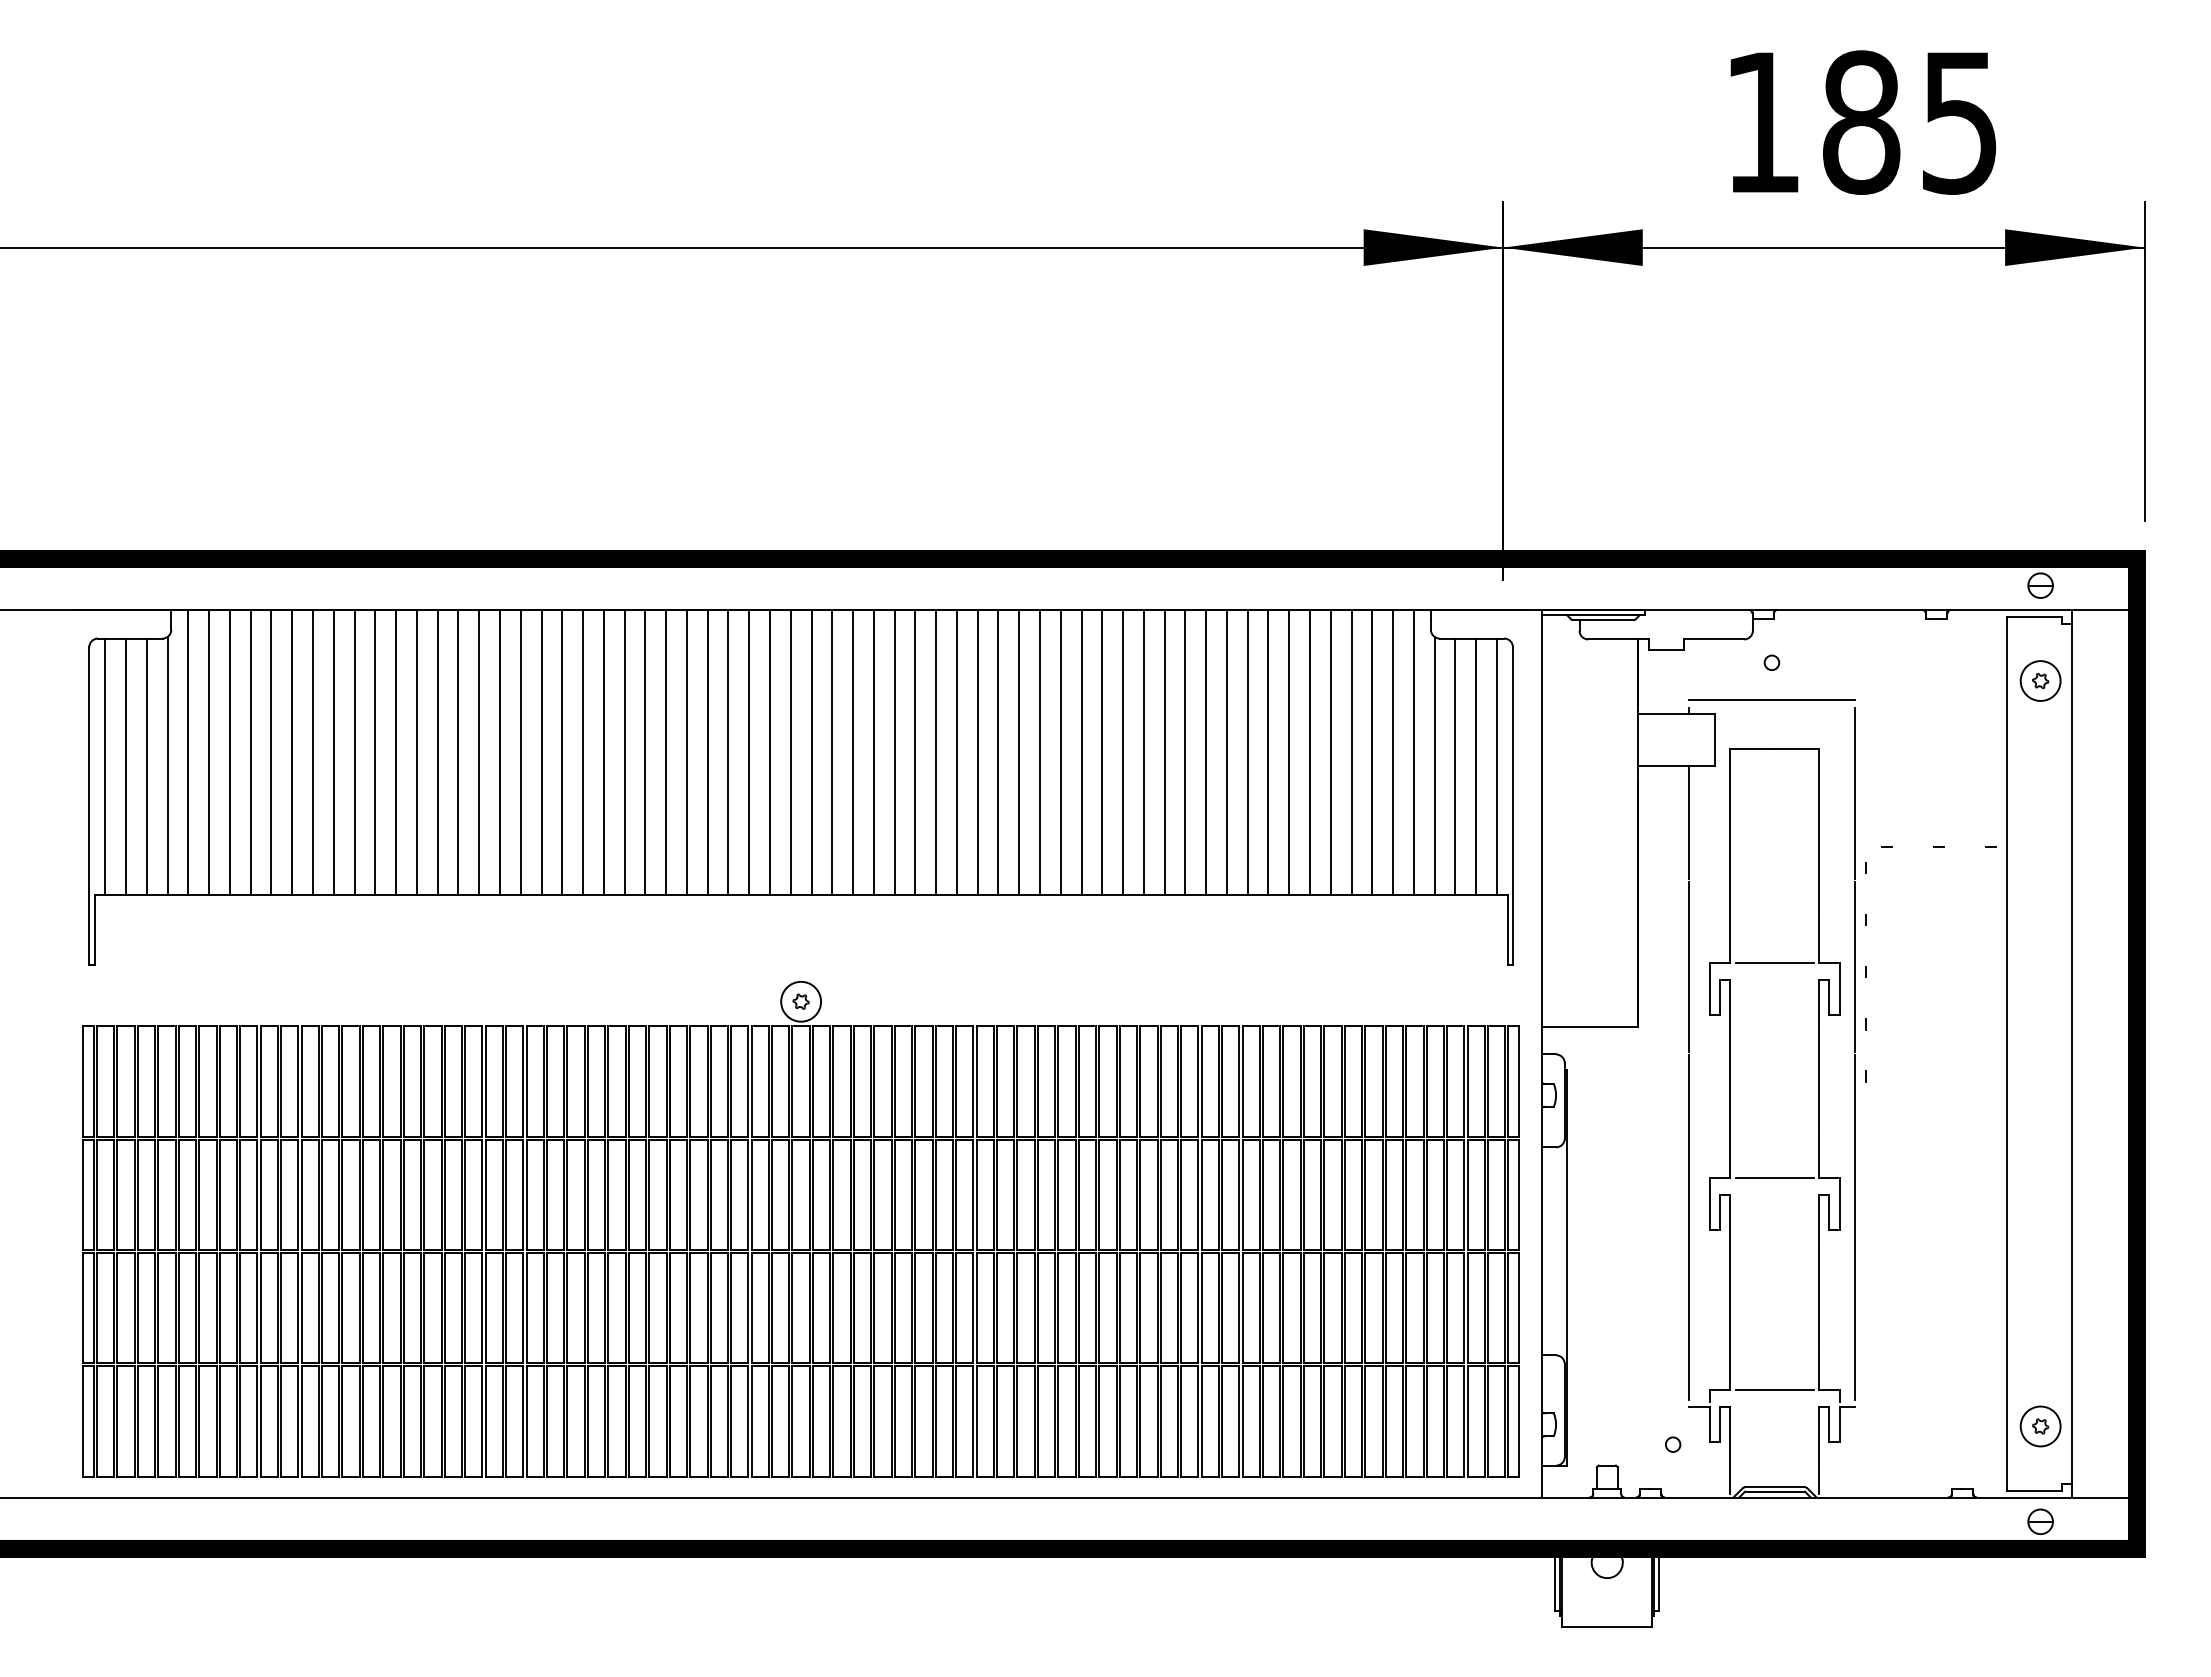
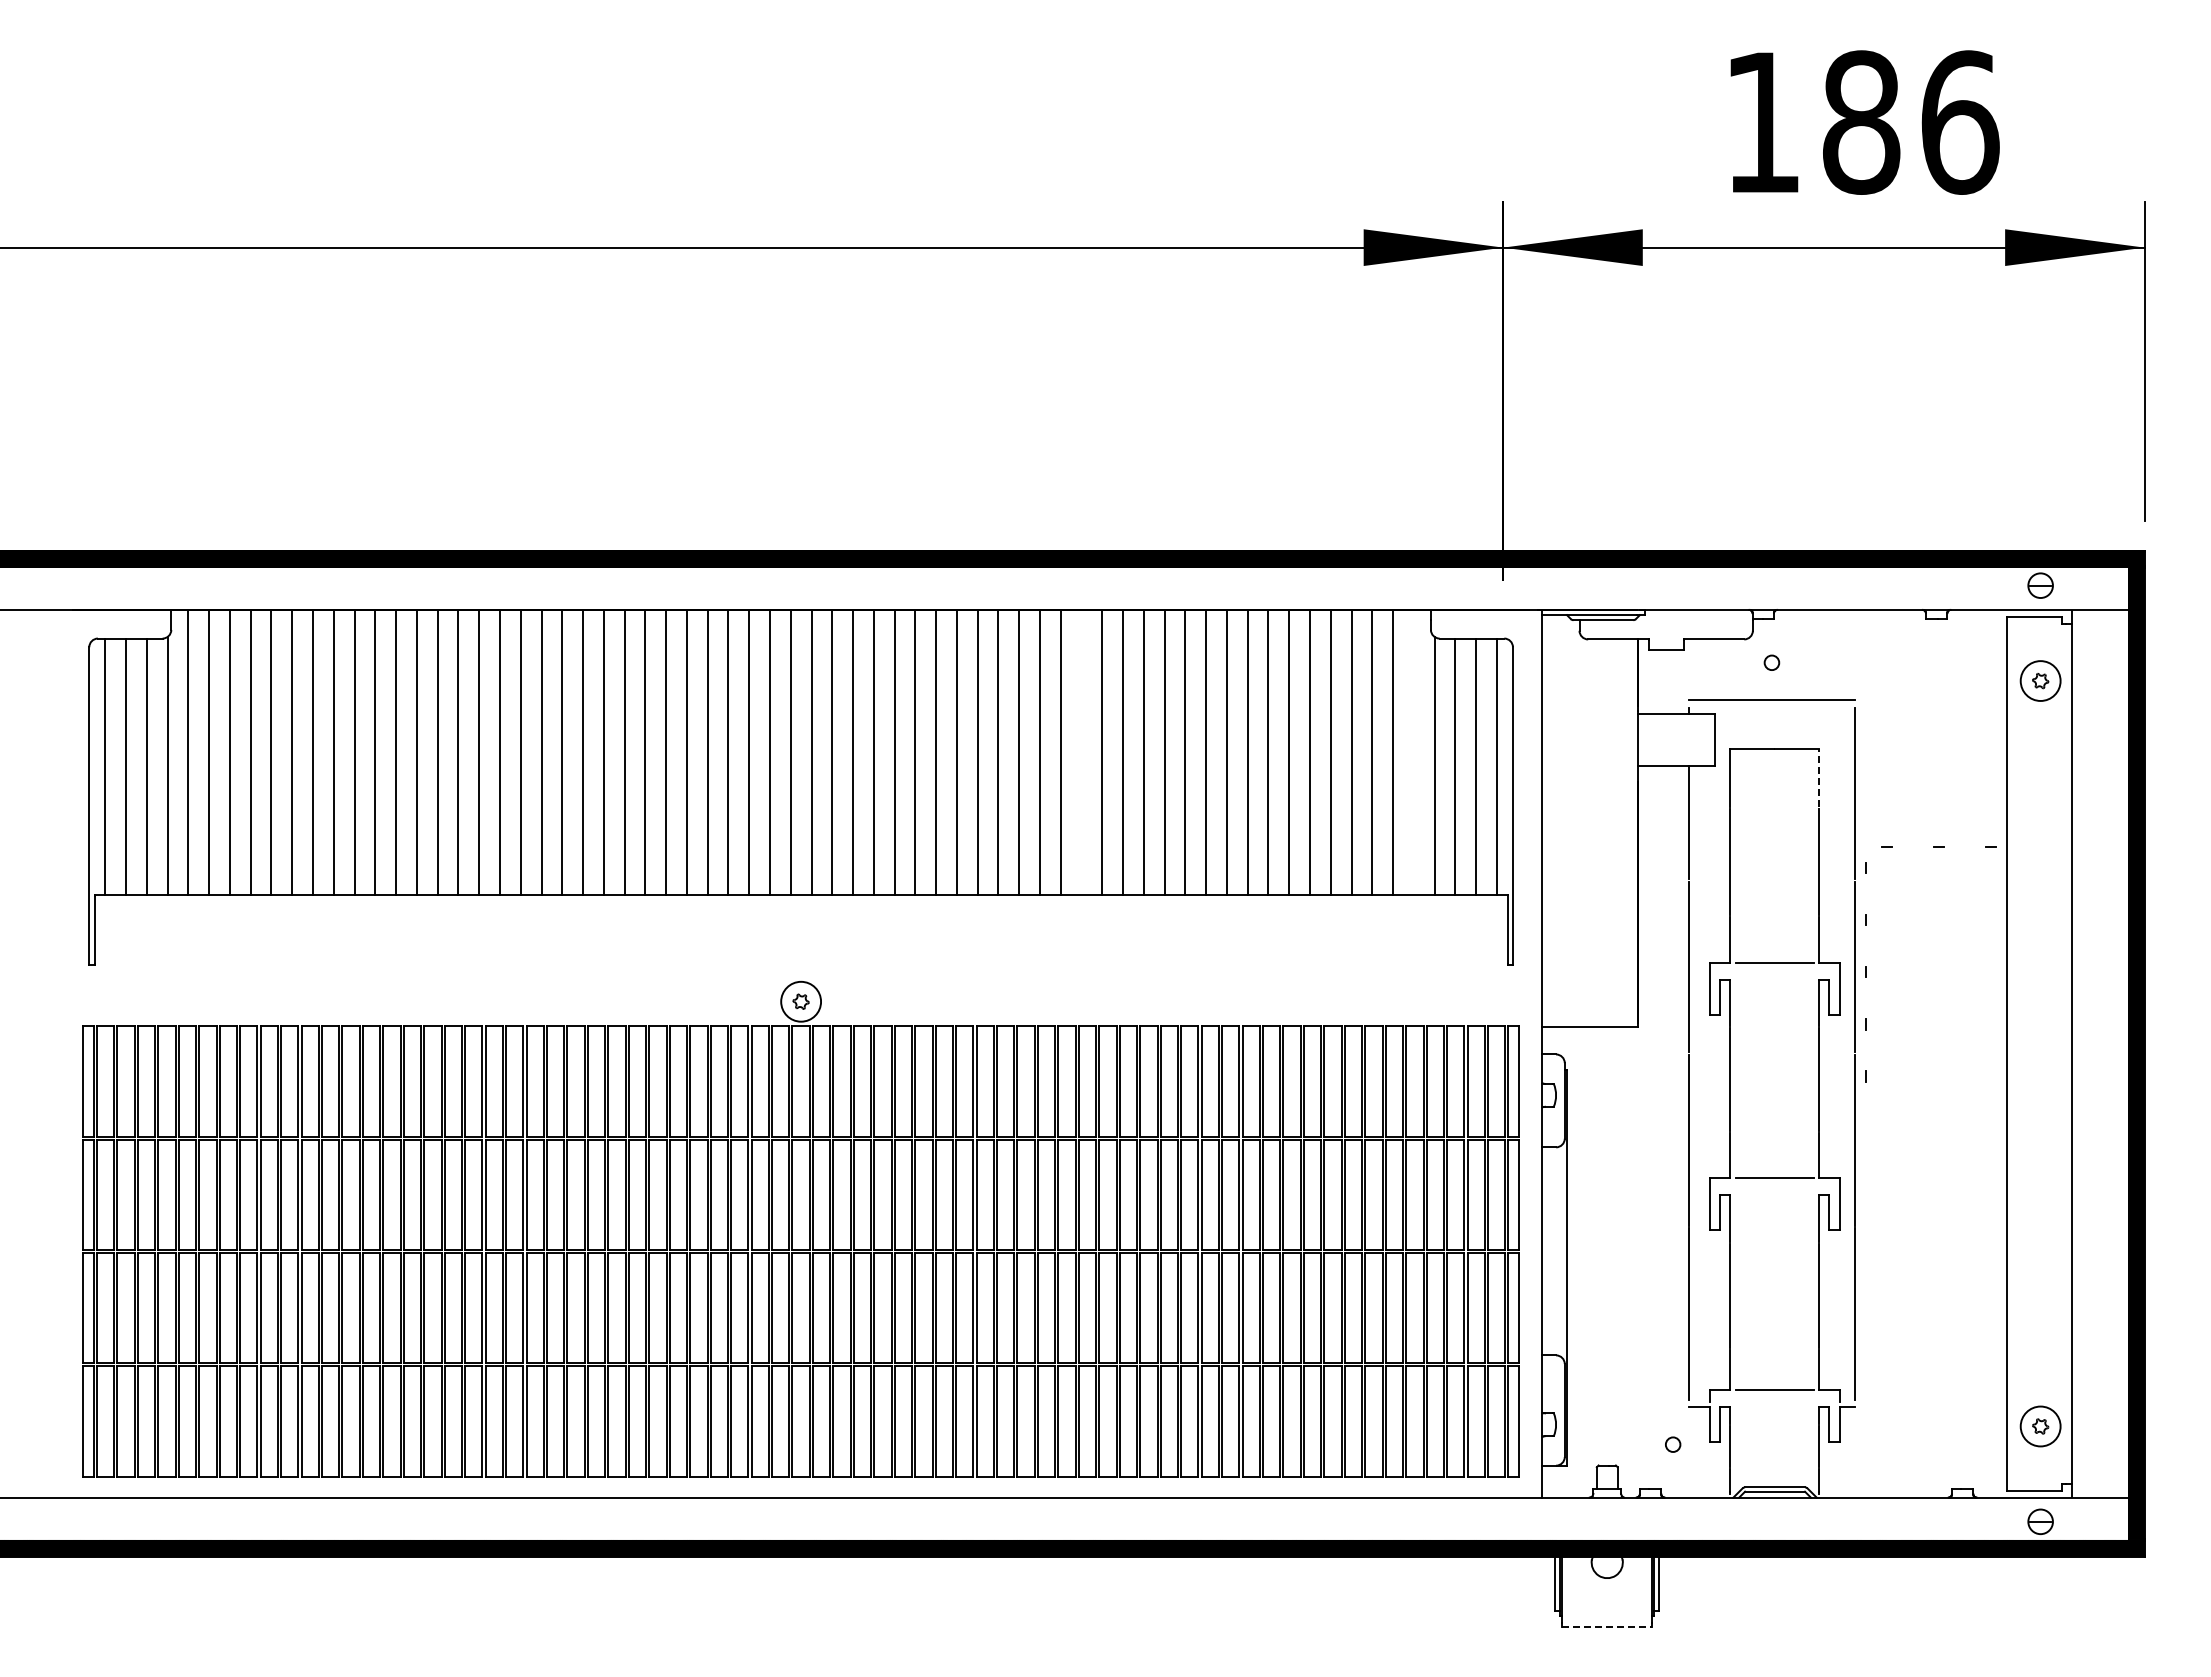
text at (1960, 122): 185 -> 186
line at (1081, 751): present -> none
line at (1413, 751): present -> none
line at (1818, 777): solid -> dashed
line at (1607, 1626): solid -> dashed
